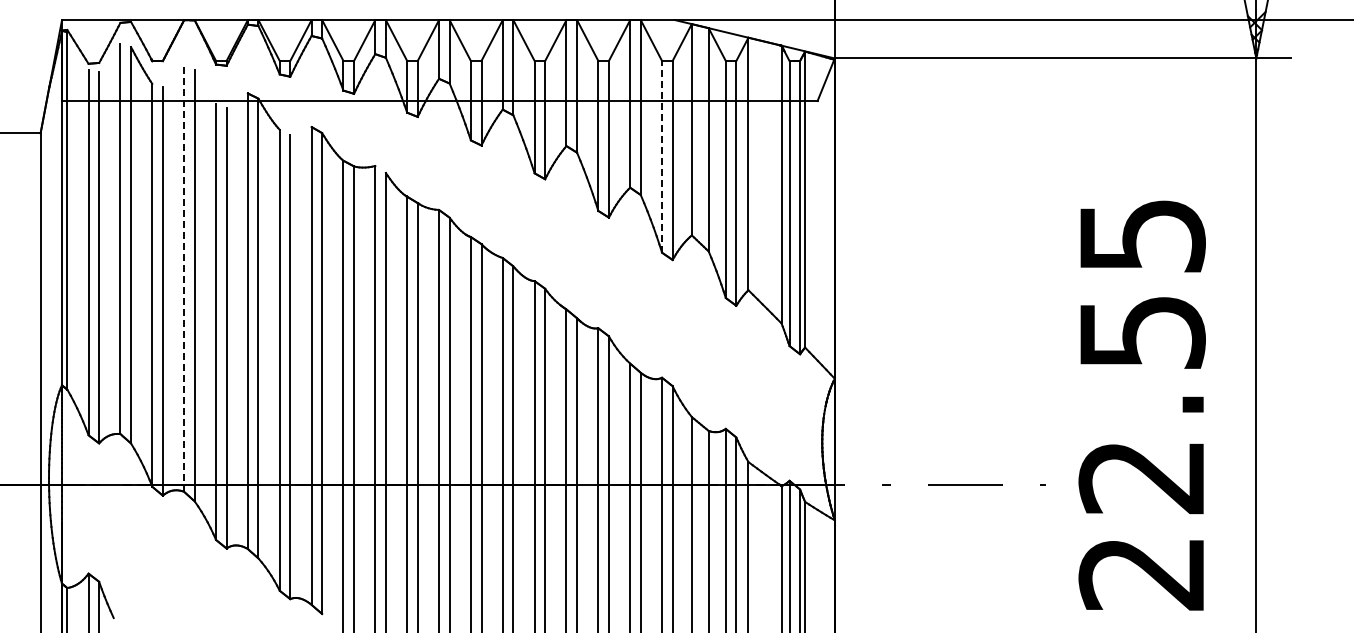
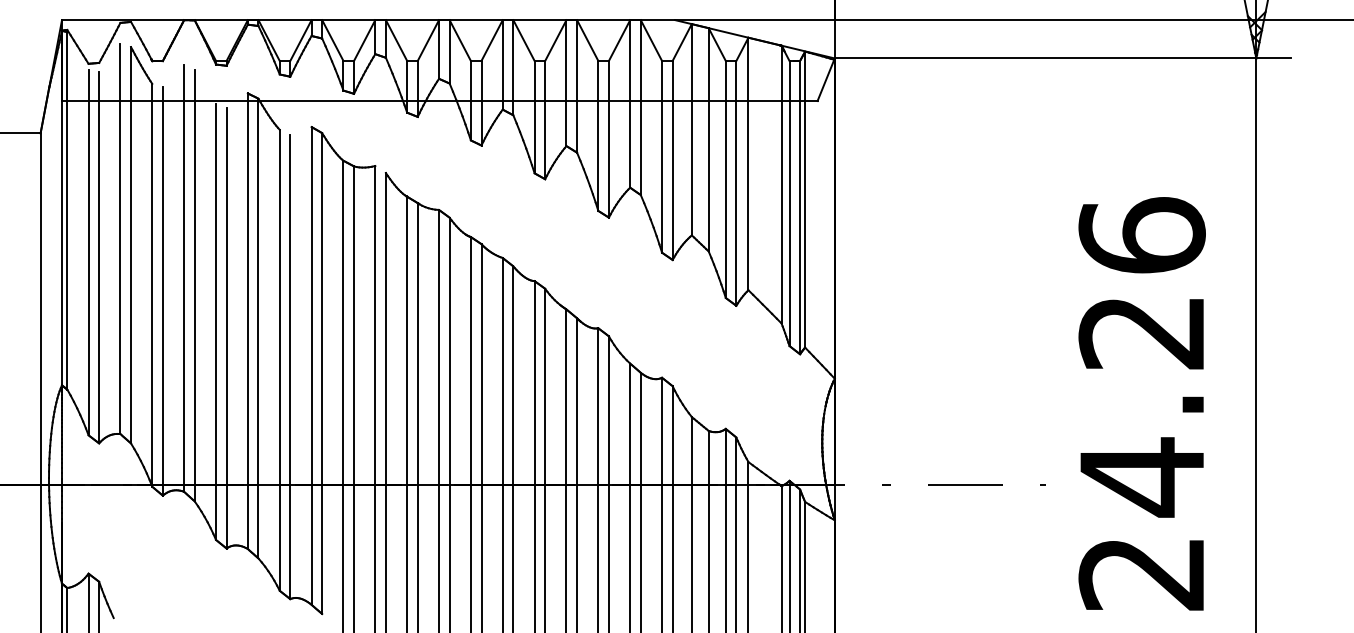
line at (662, 156): dashed -> solid
line at (184, 278): dashed -> solid
text at (1141, 357): 22.55 -> 24.26
